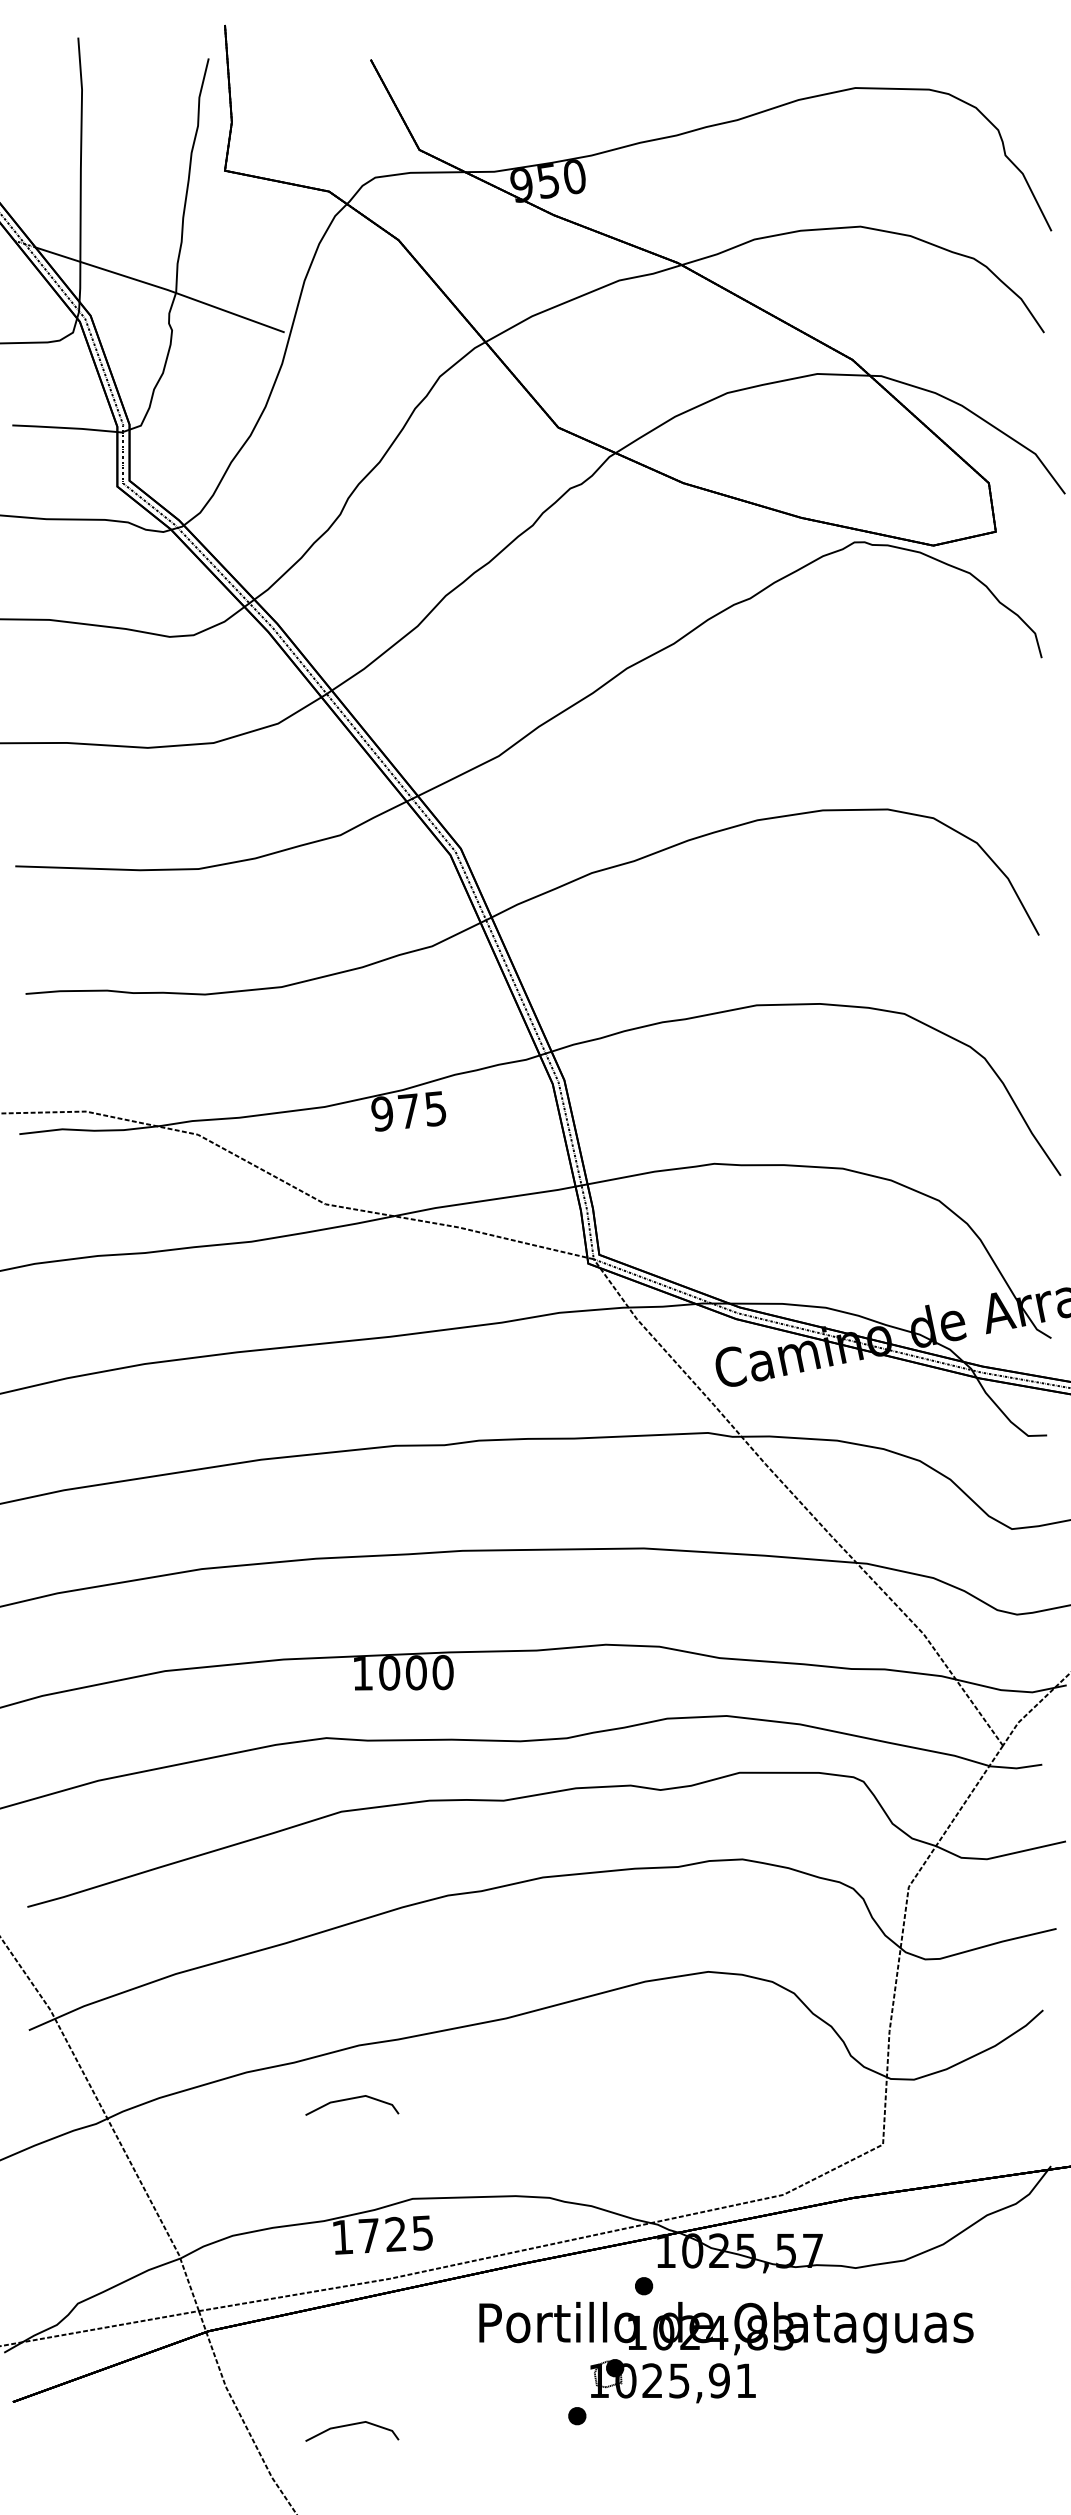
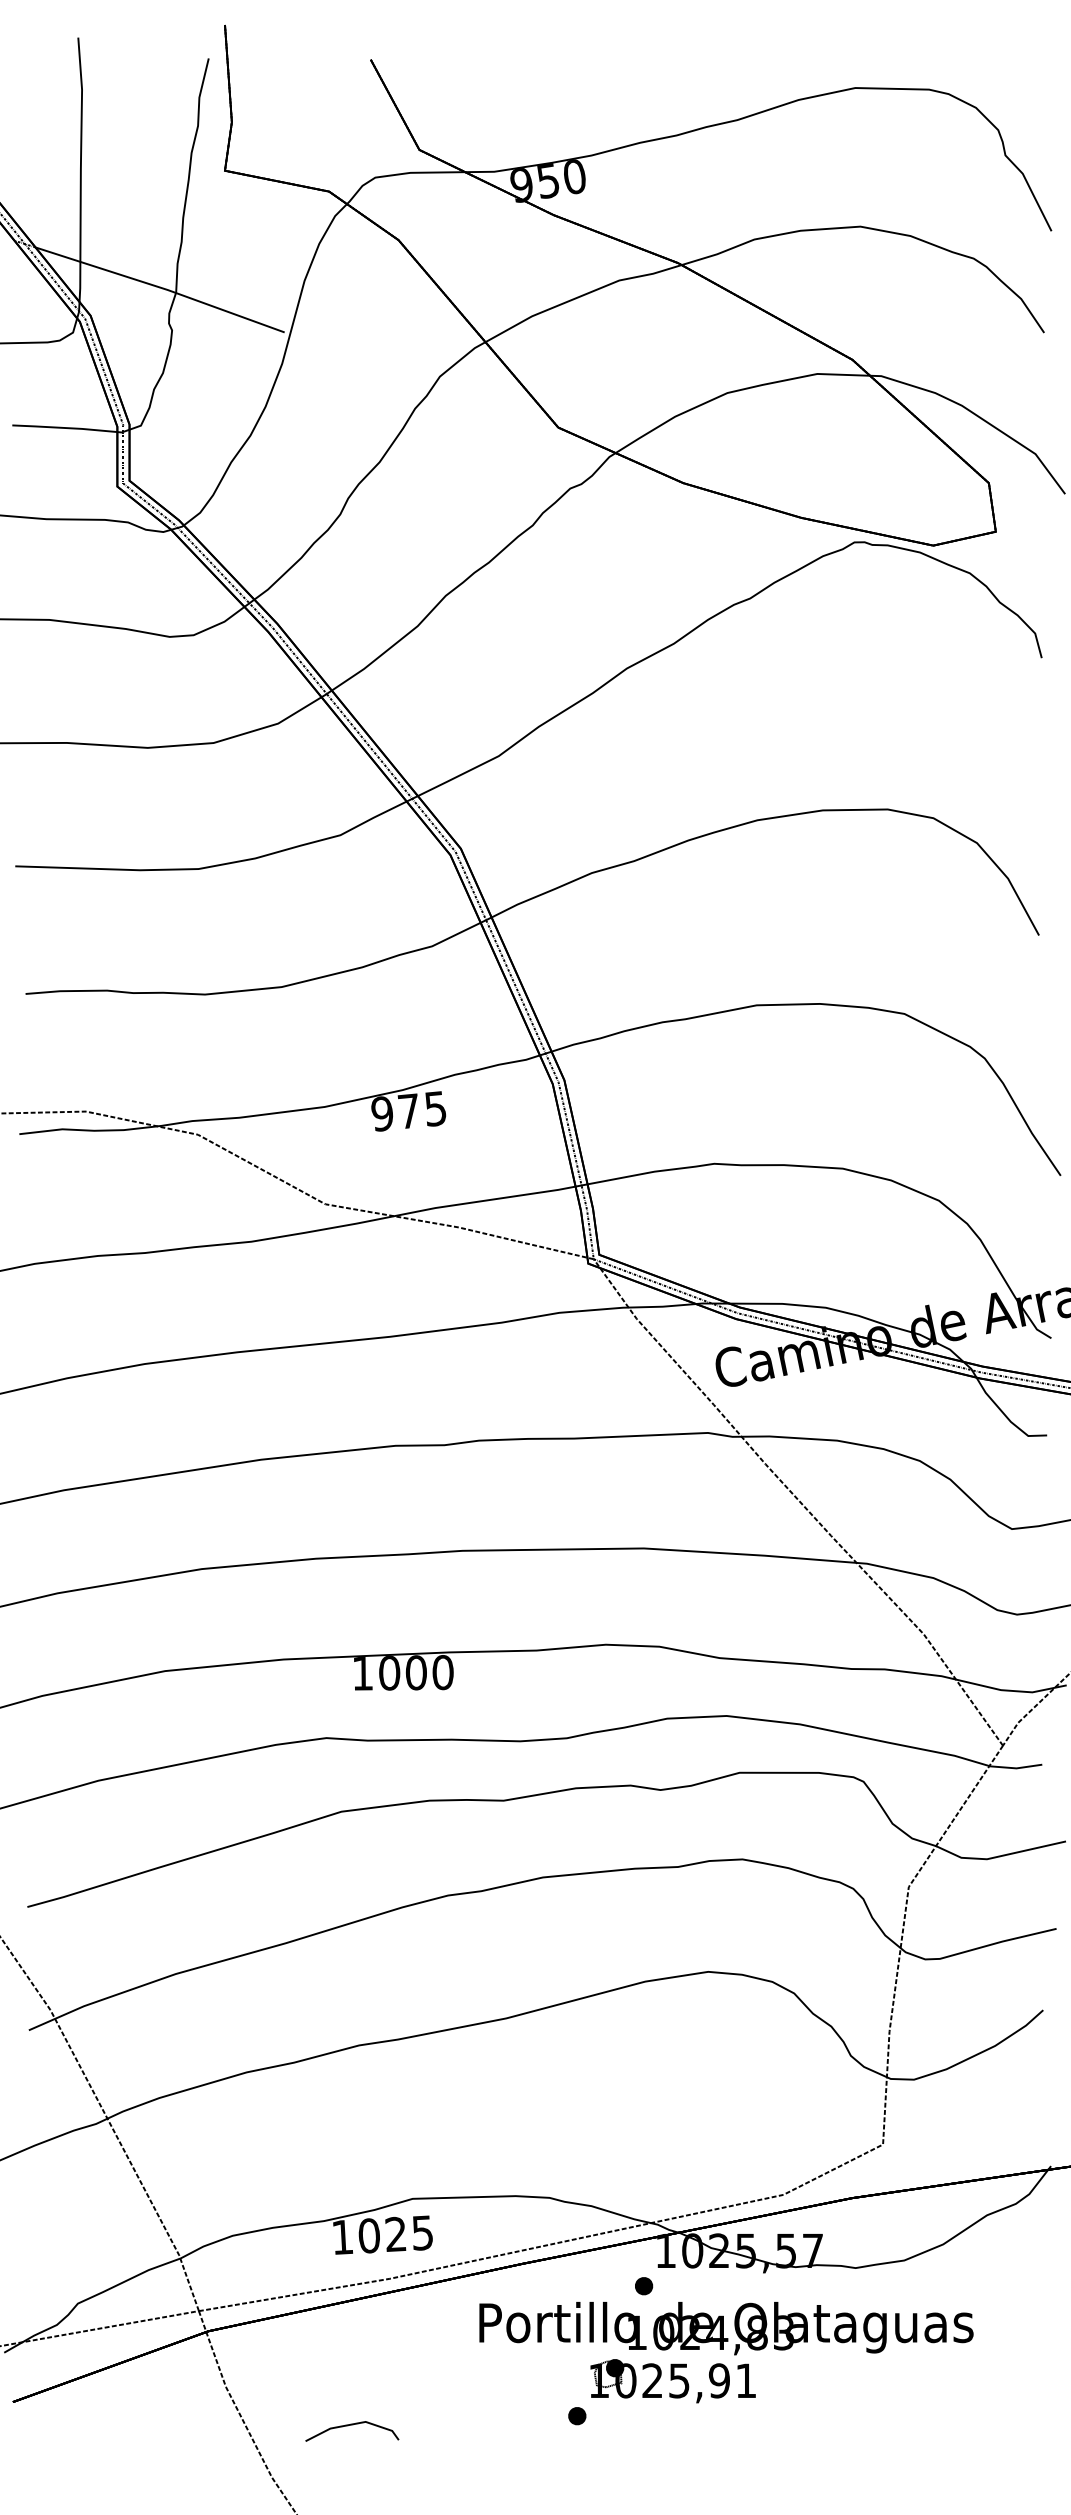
part at (352, 2105): present -> none
text at (368, 2235): 1725 -> 1025
